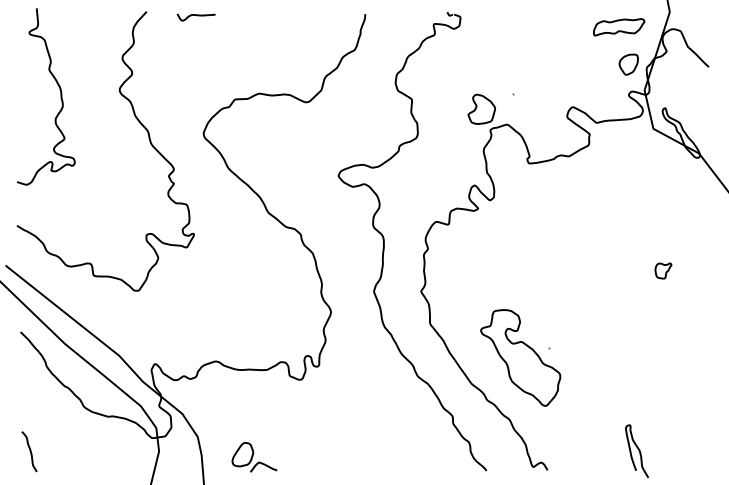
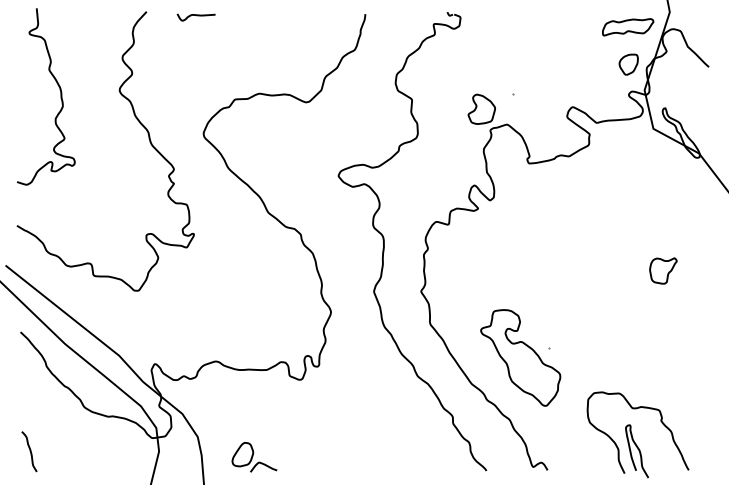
part at (619, 27) position: (619, 27) -> (628, 27)
part at (663, 270) size: 19x18 px -> 29x28 px
curve at (636, 409): none -> present
